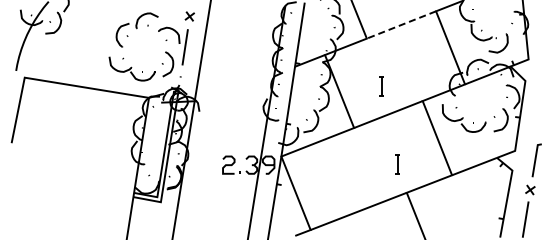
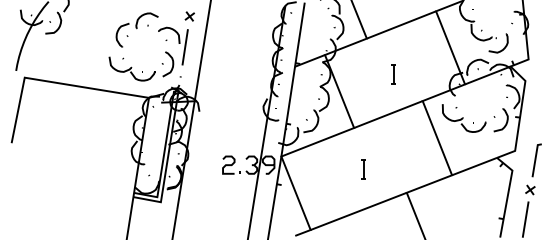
line at (401, 25): dashed -> solid
part at (381, 86) position: (381, 86) -> (393, 74)
part at (397, 164) position: (397, 164) -> (363, 169)
